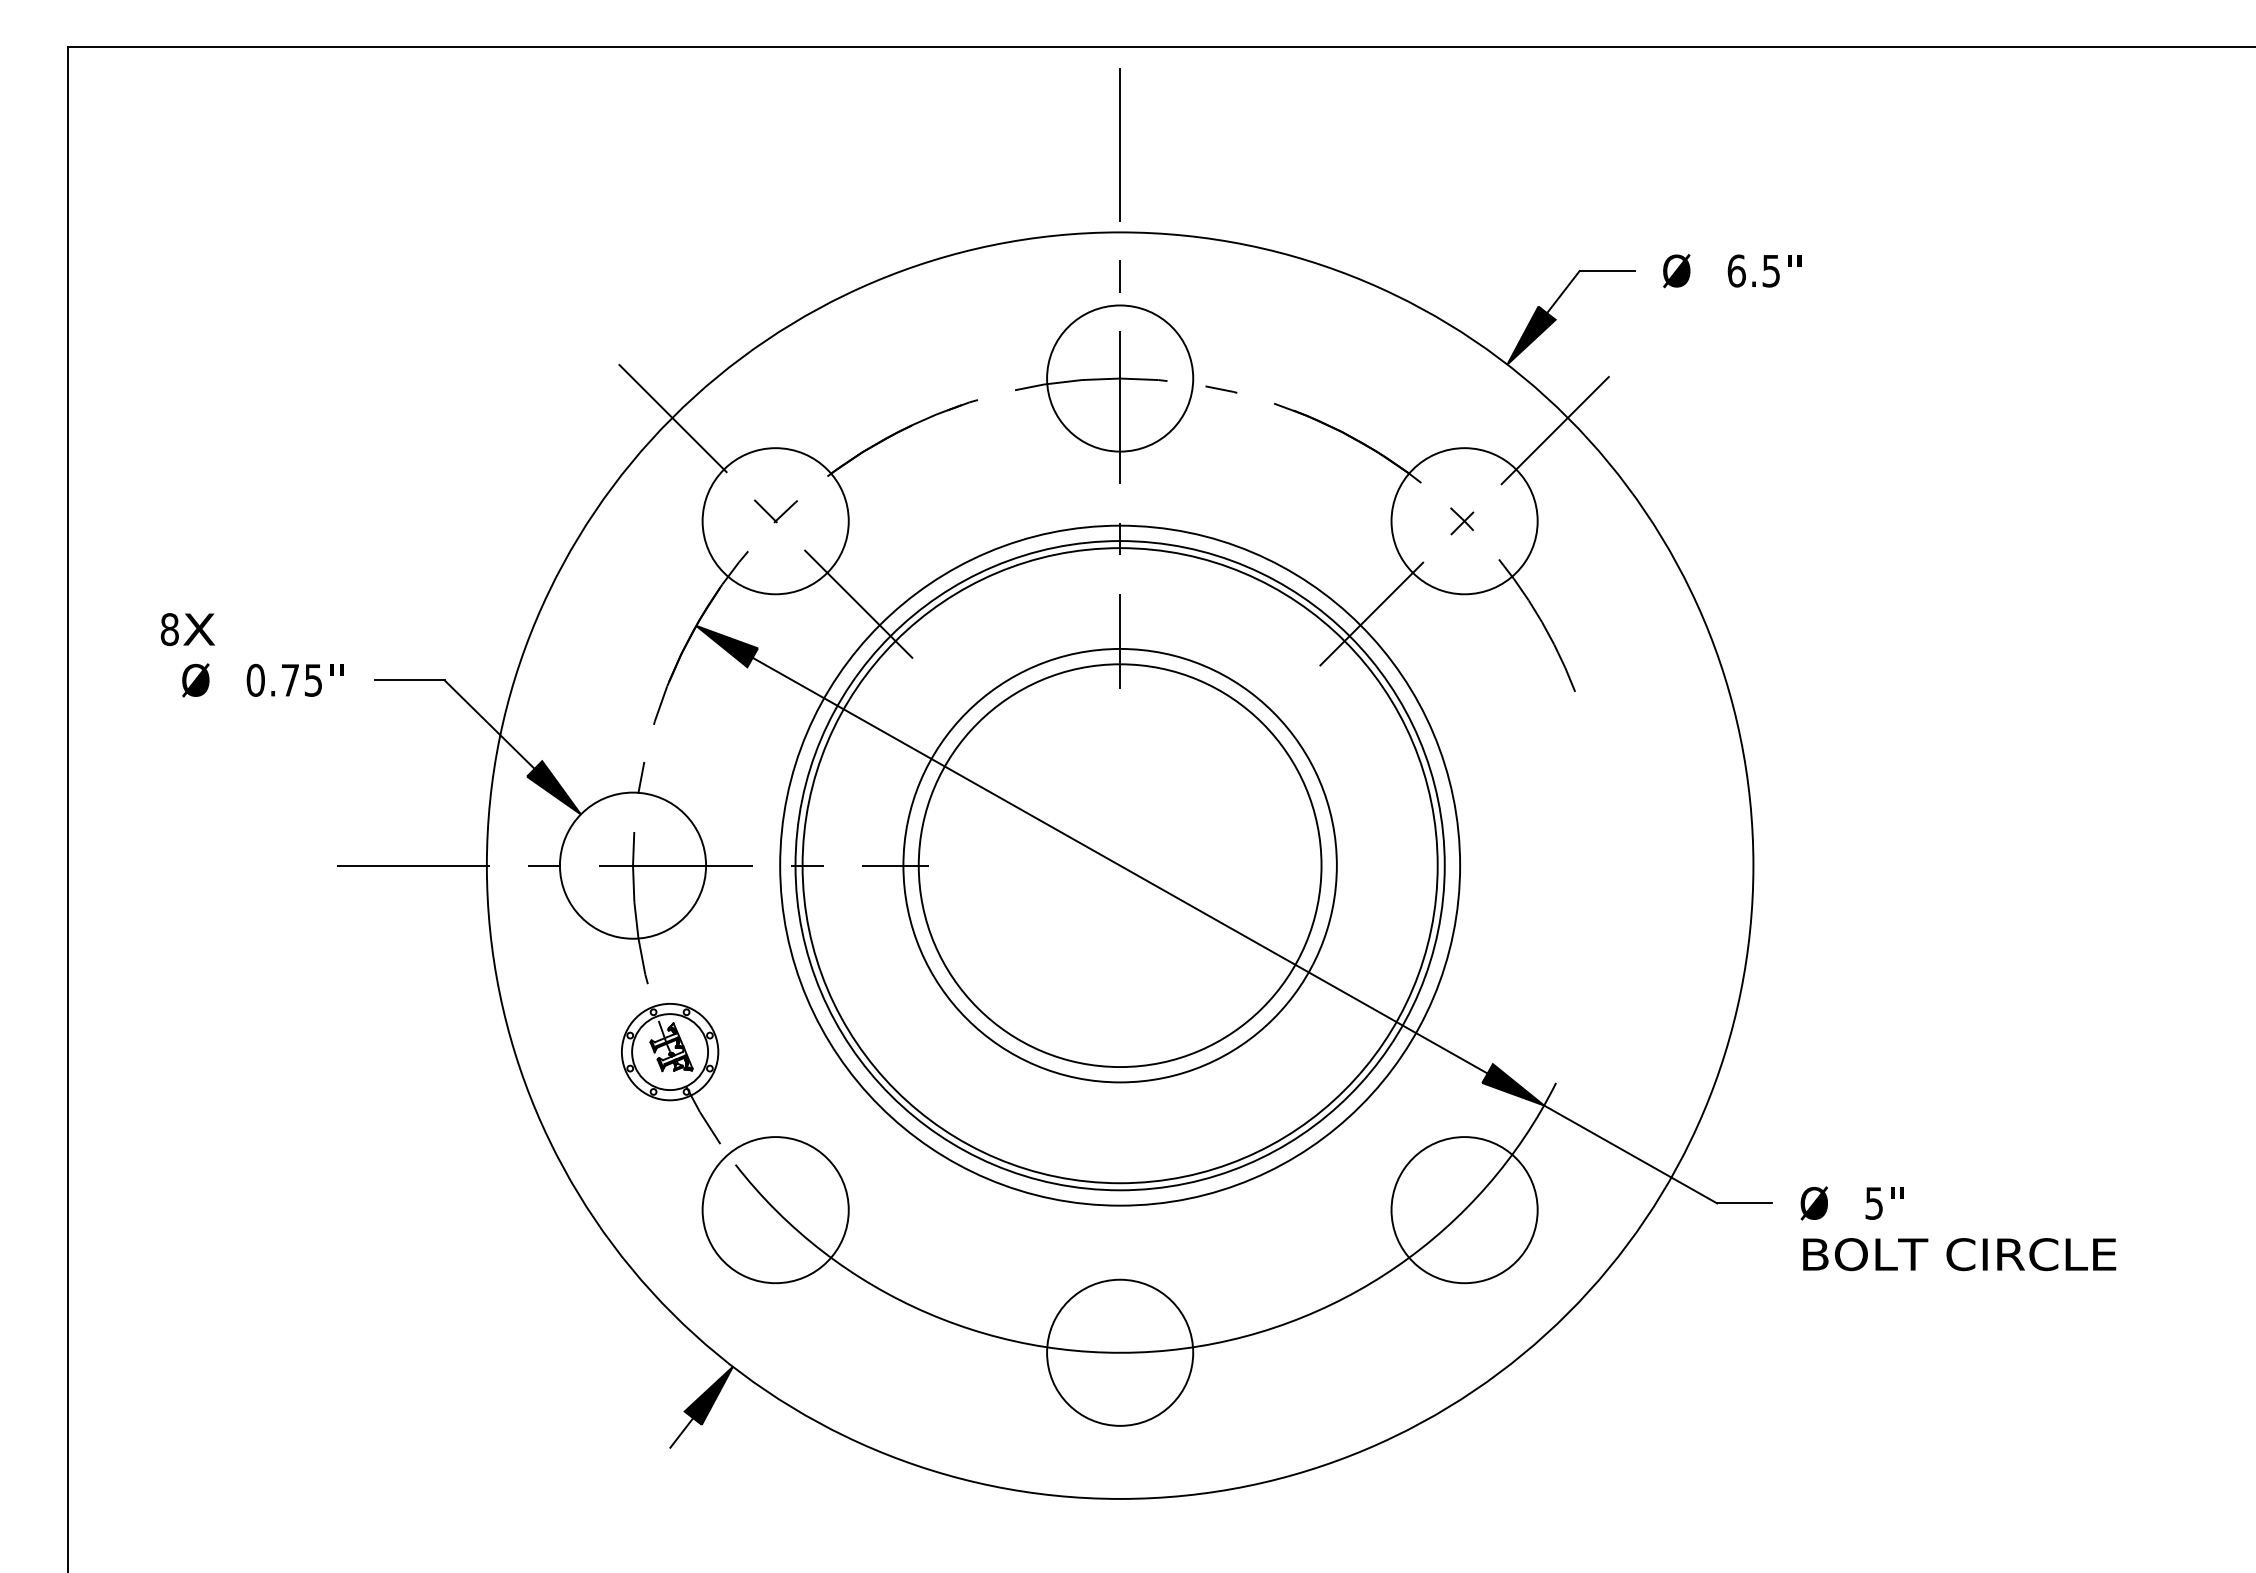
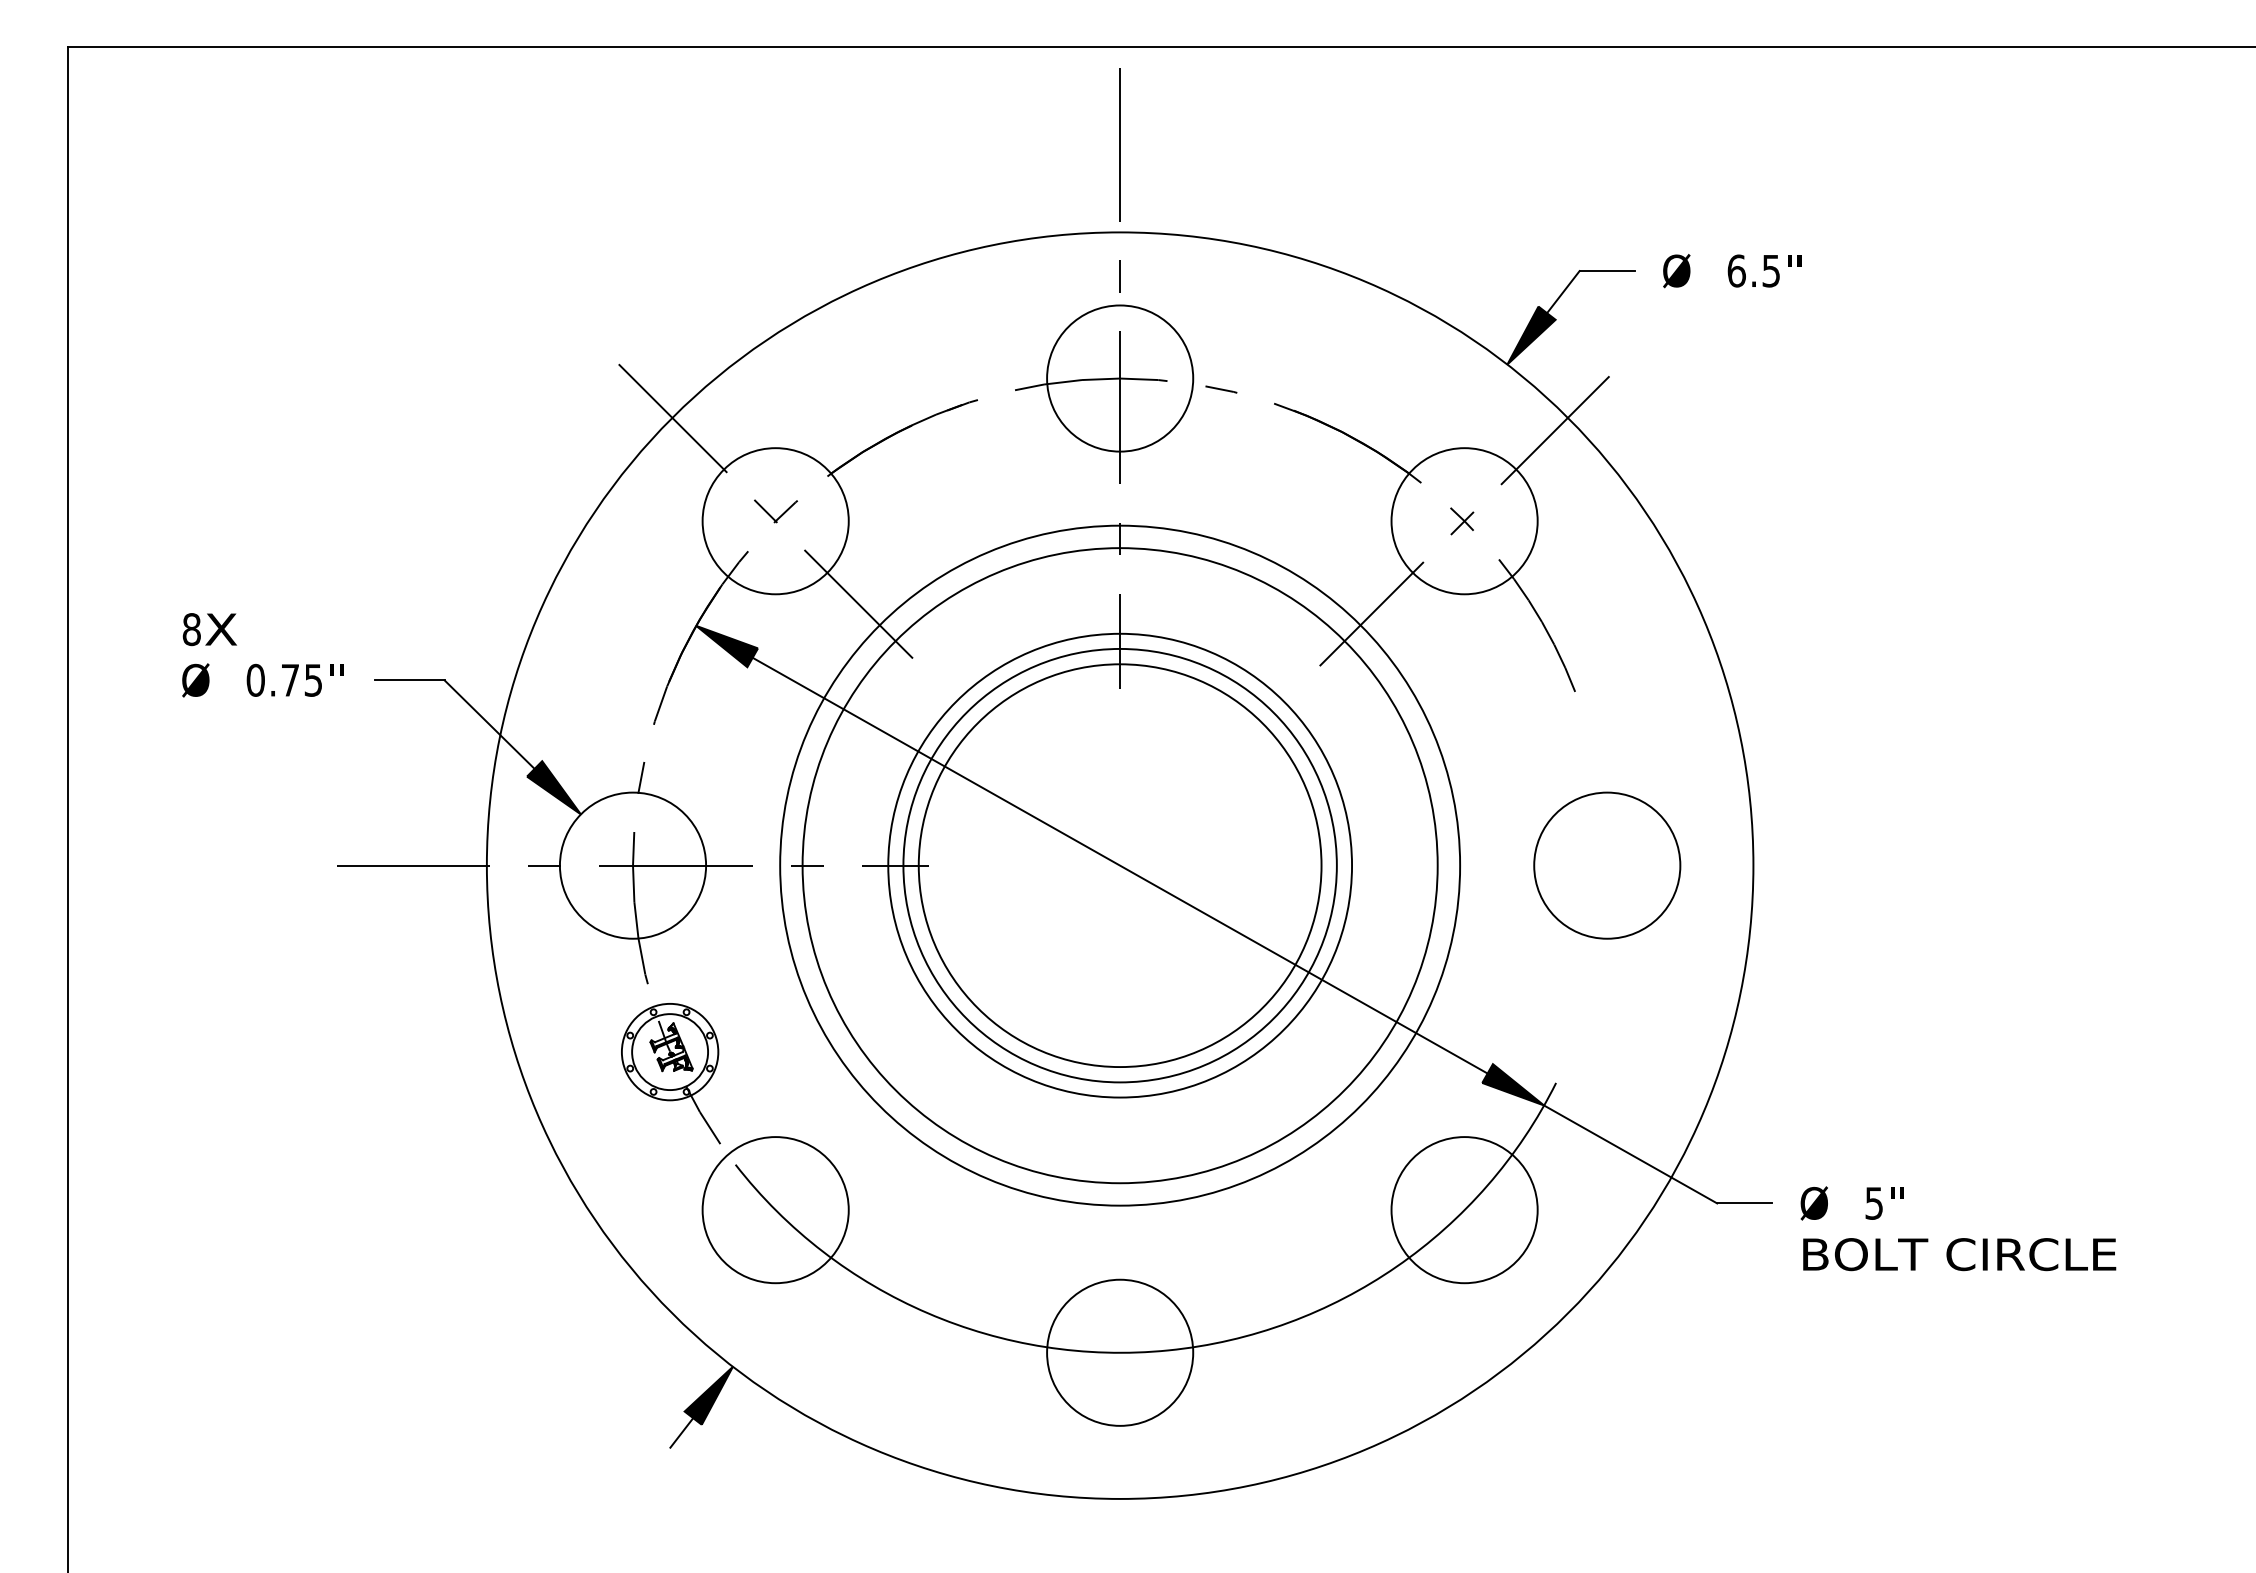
text at (187, 629) position: (187, 629) -> (209, 629)
circle at (1119, 865) diameter: 649 px -> 464 px
circle at (1607, 865): none -> present
